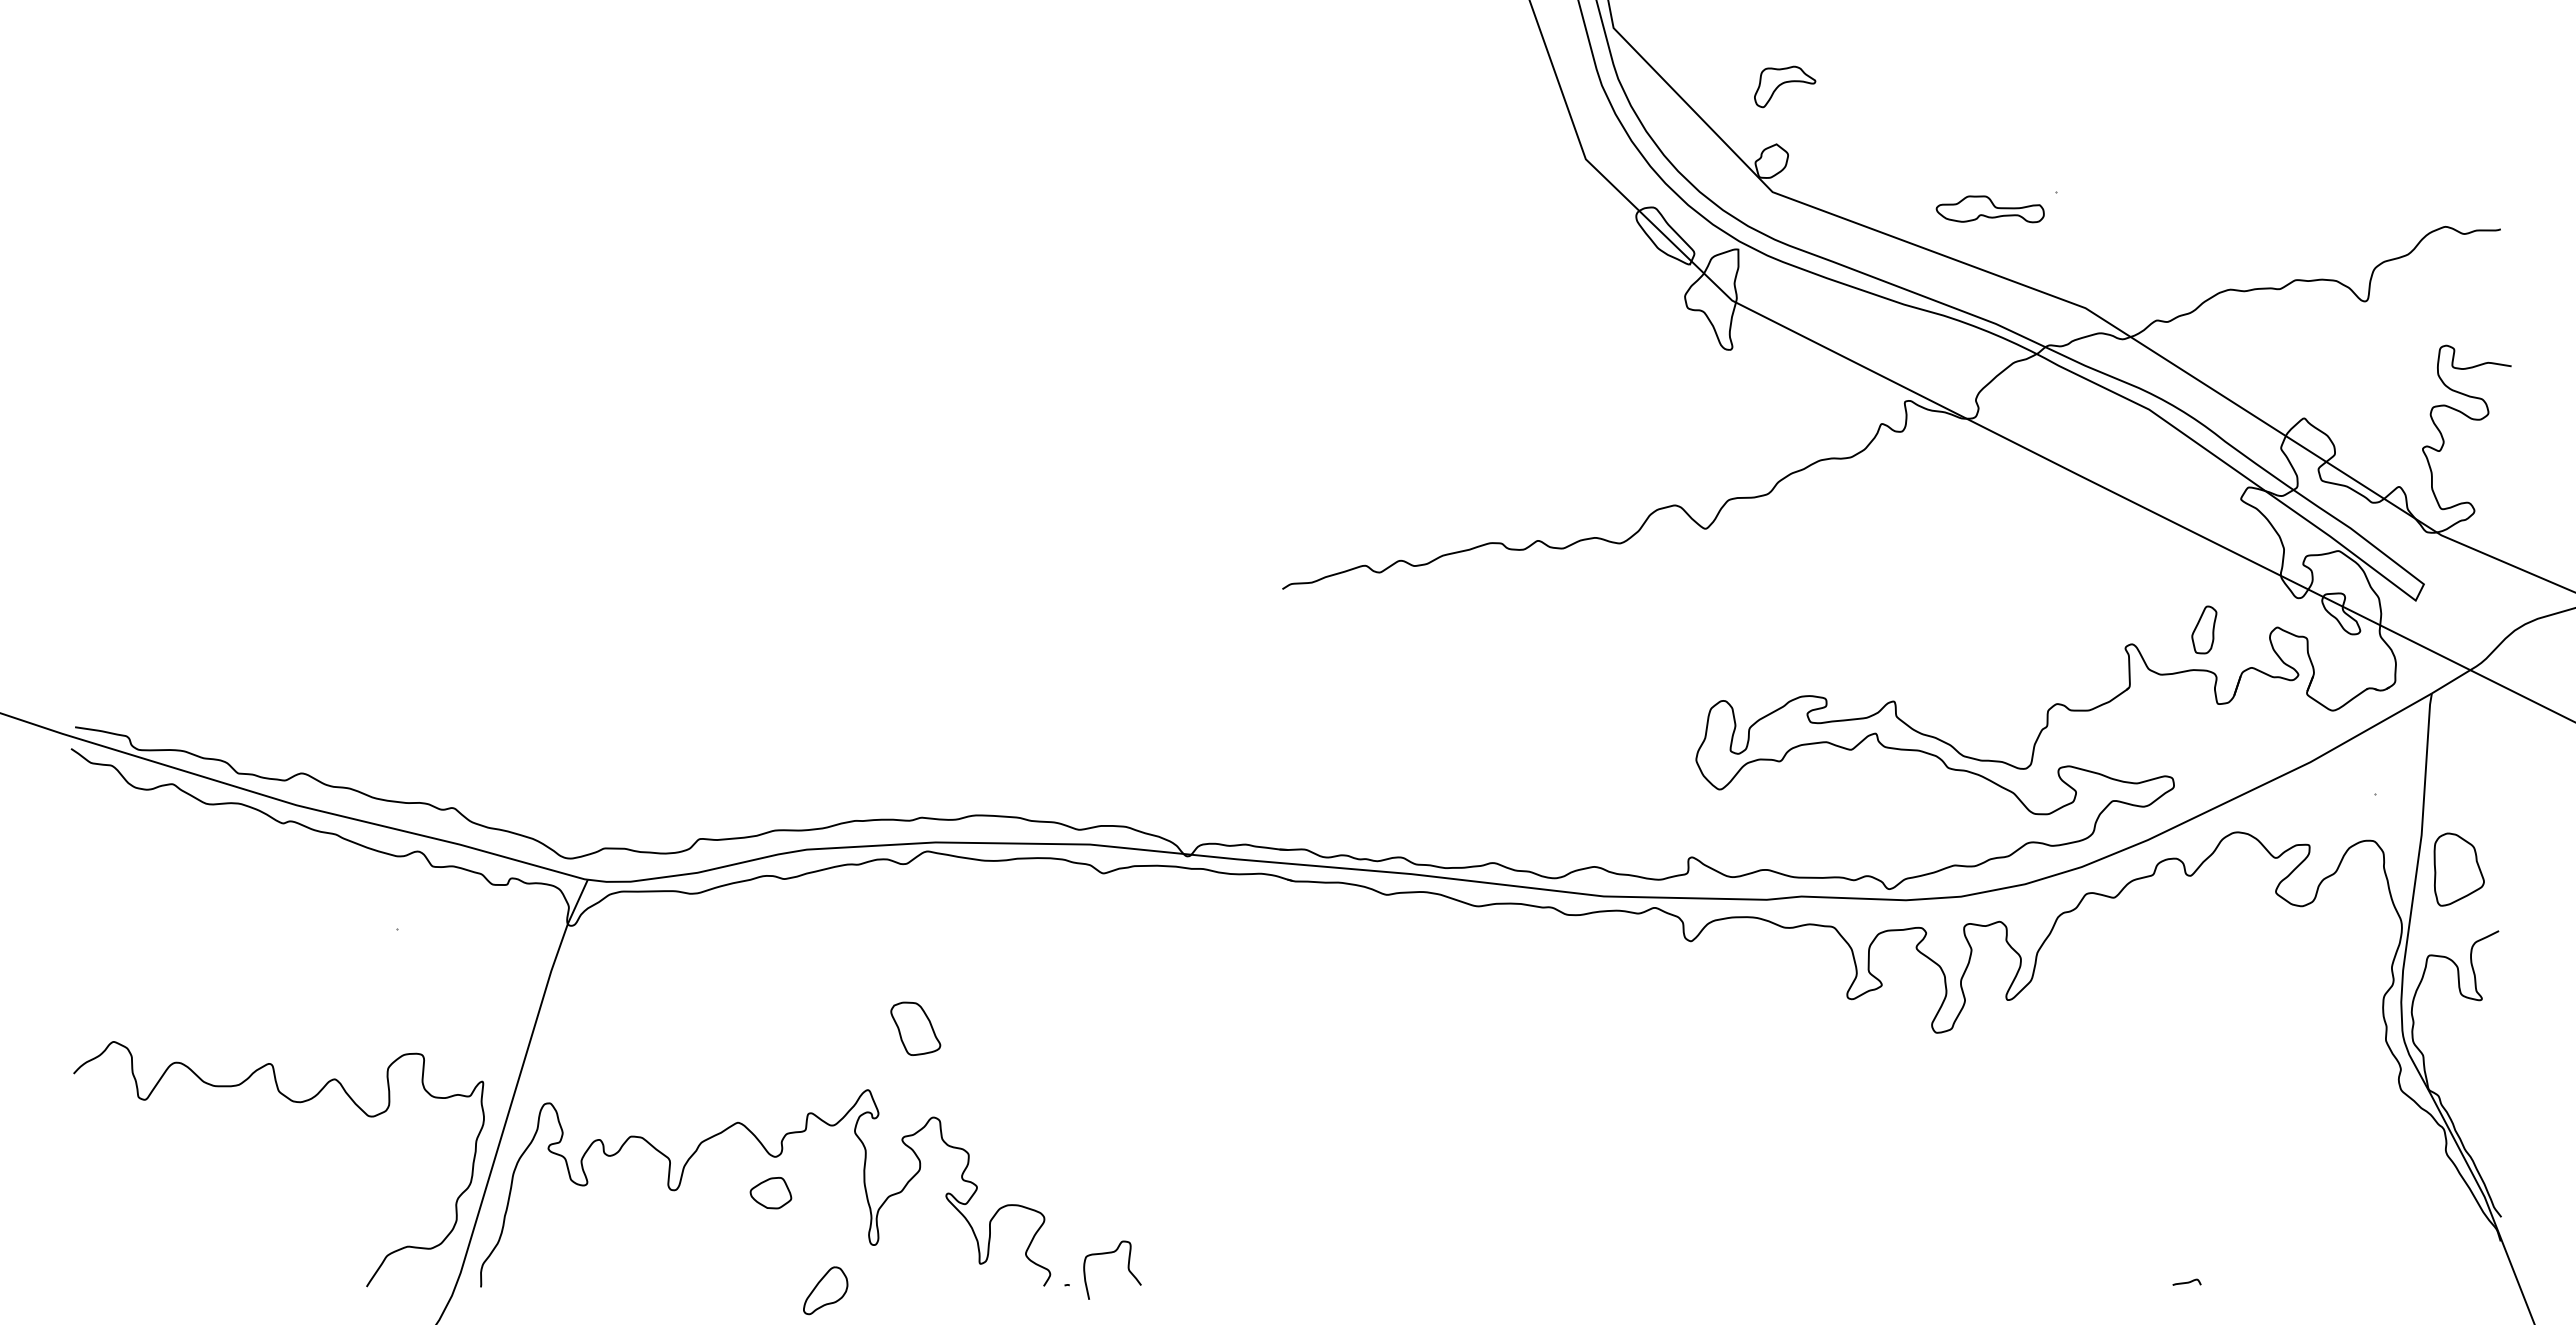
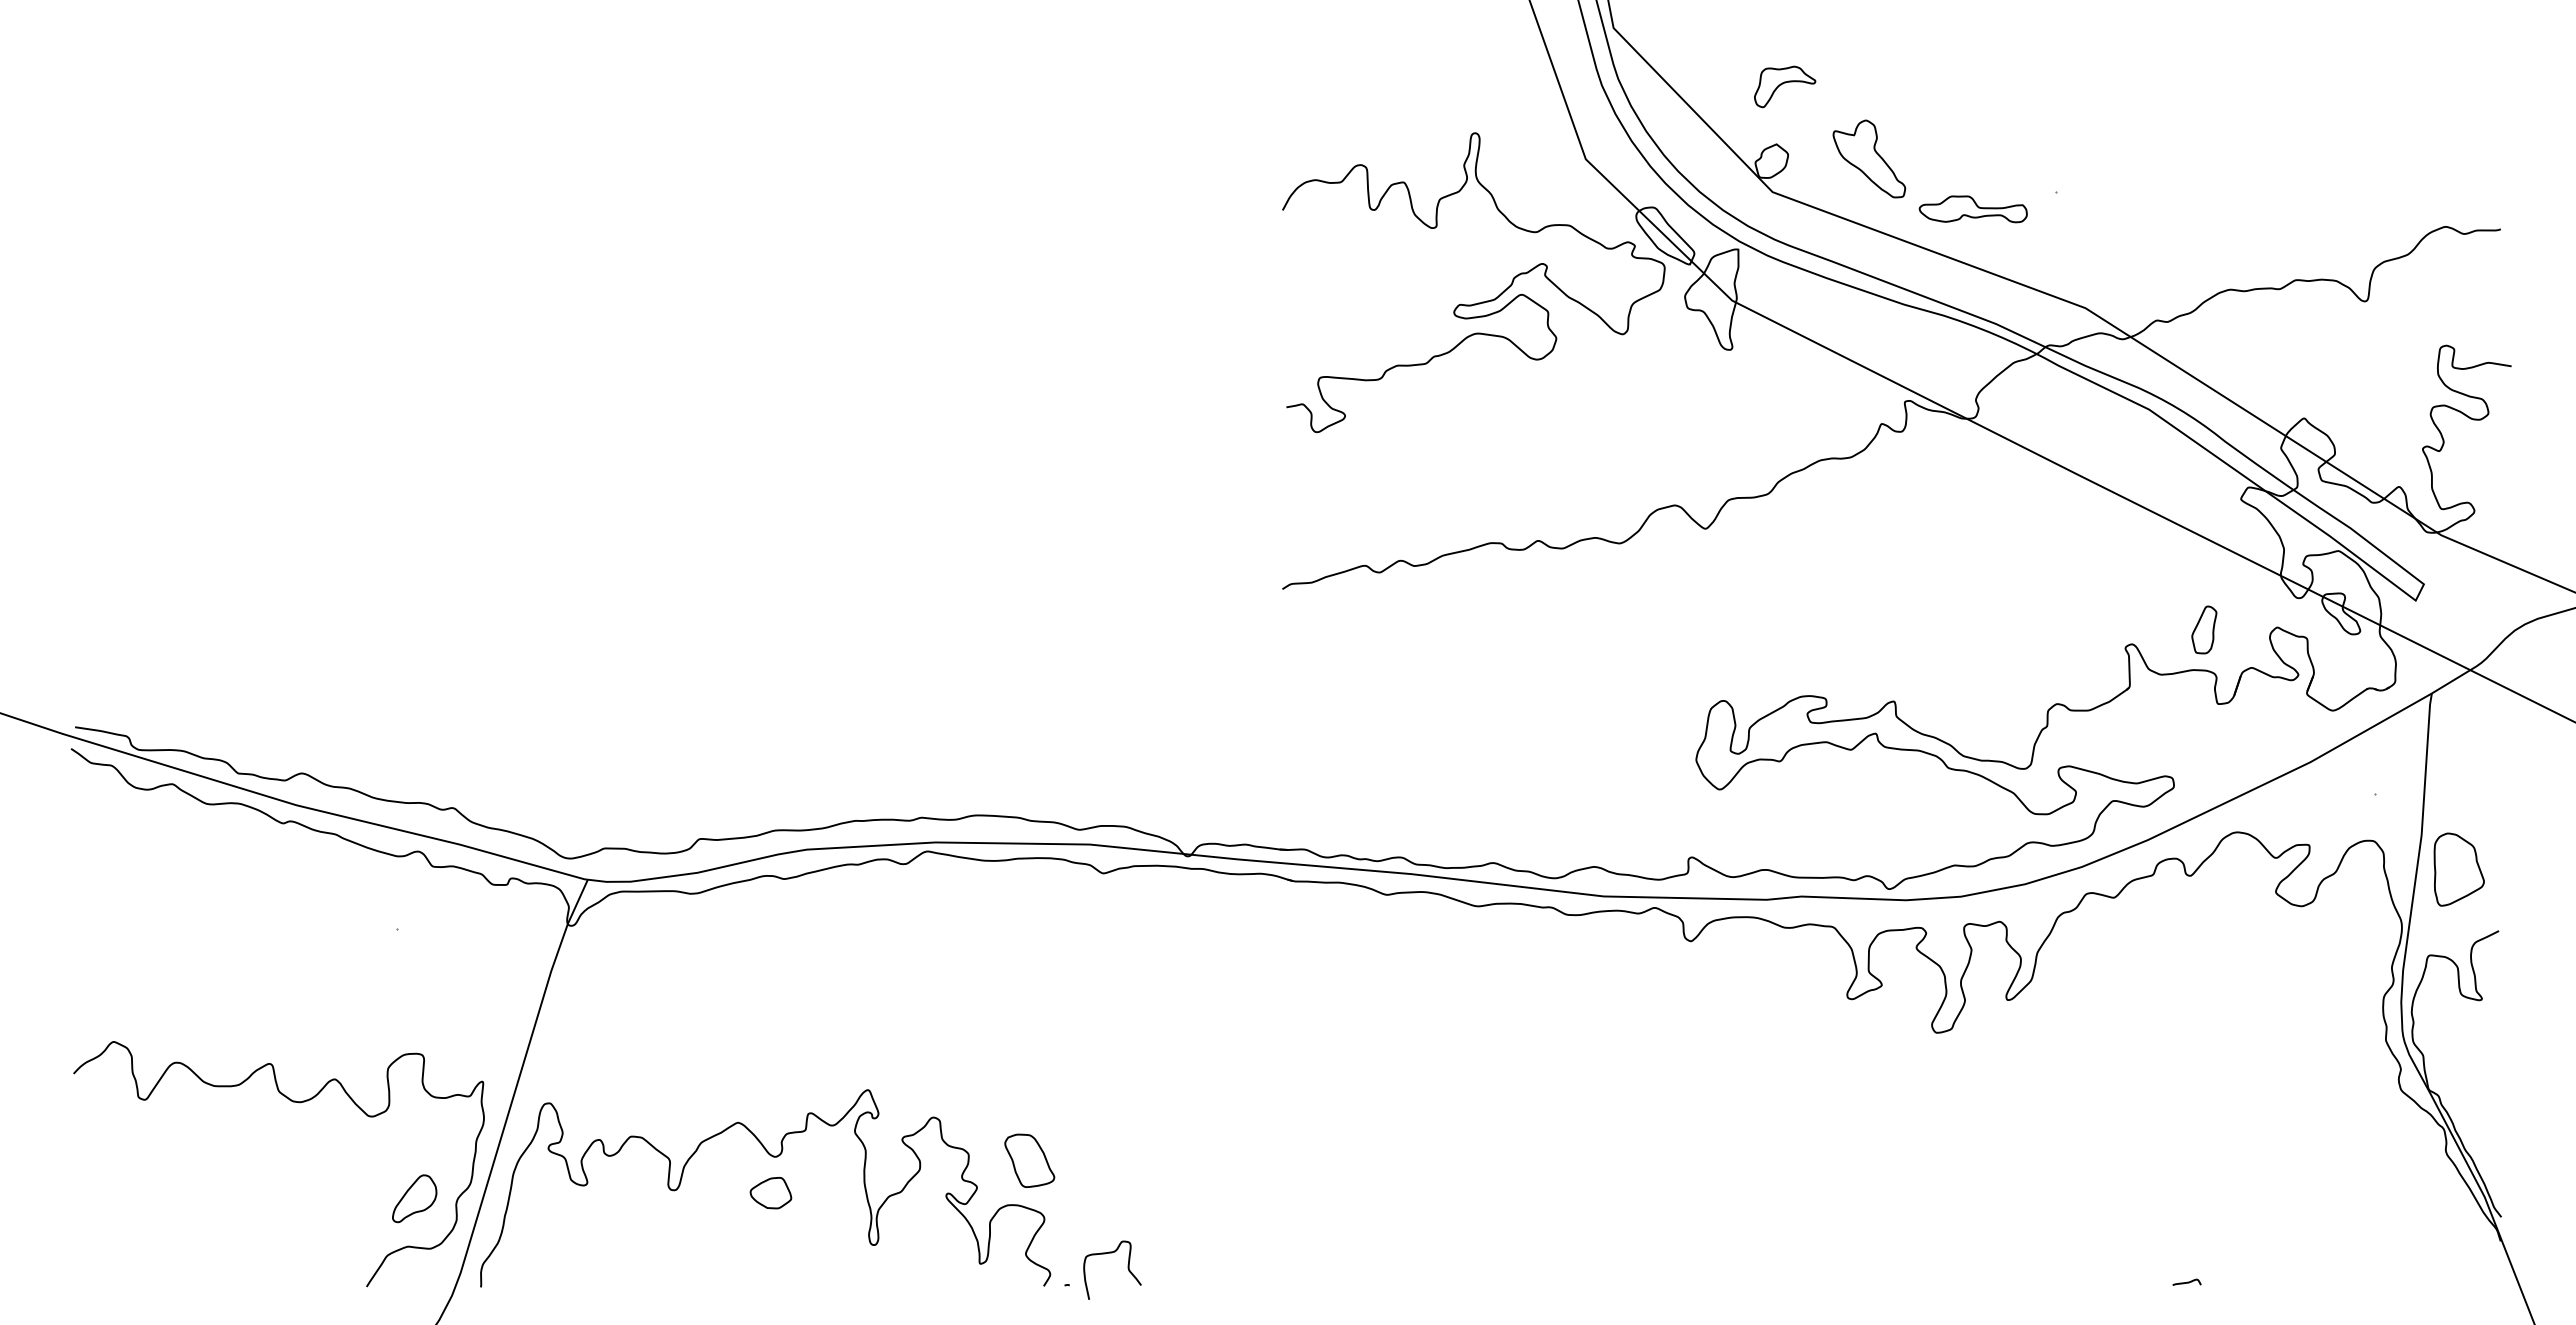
part at (1869, 158): none -> present
part at (1989, 209) position: (1989, 209) -> (1972, 209)
curve at (1478, 302): none -> present
part at (915, 1028) position: (915, 1028) -> (1029, 1160)
part at (825, 1290) position: (825, 1290) -> (414, 1198)
